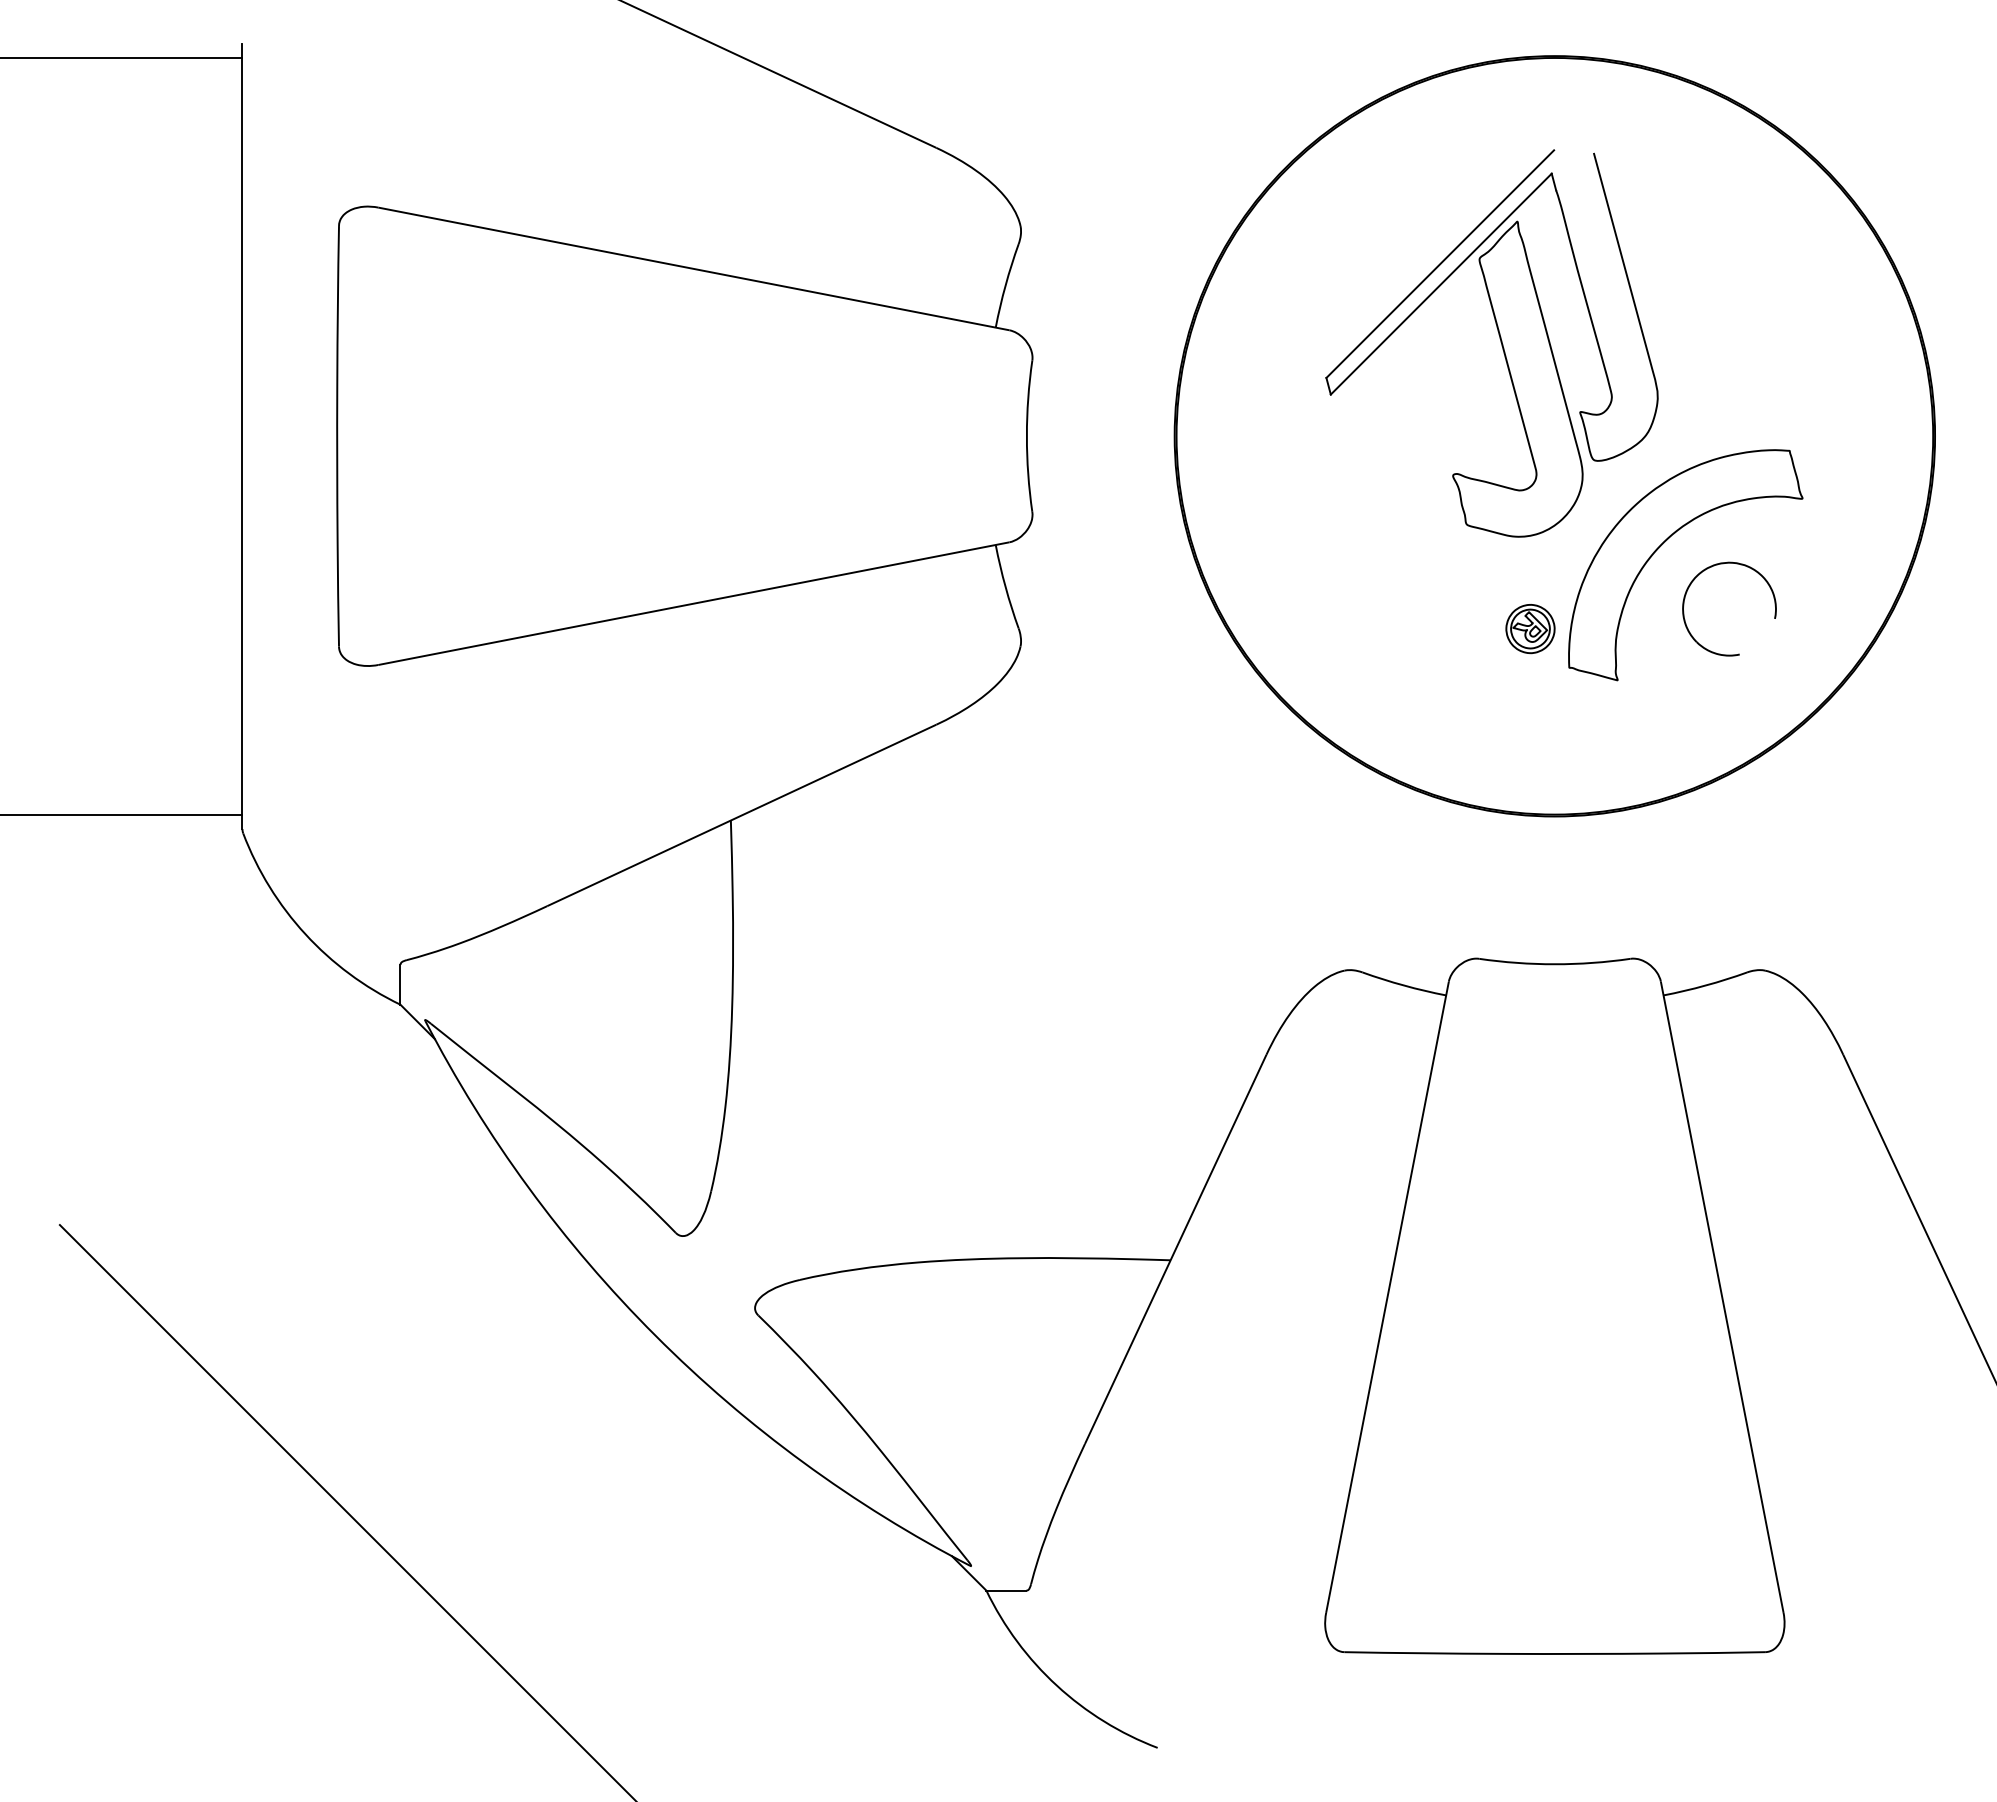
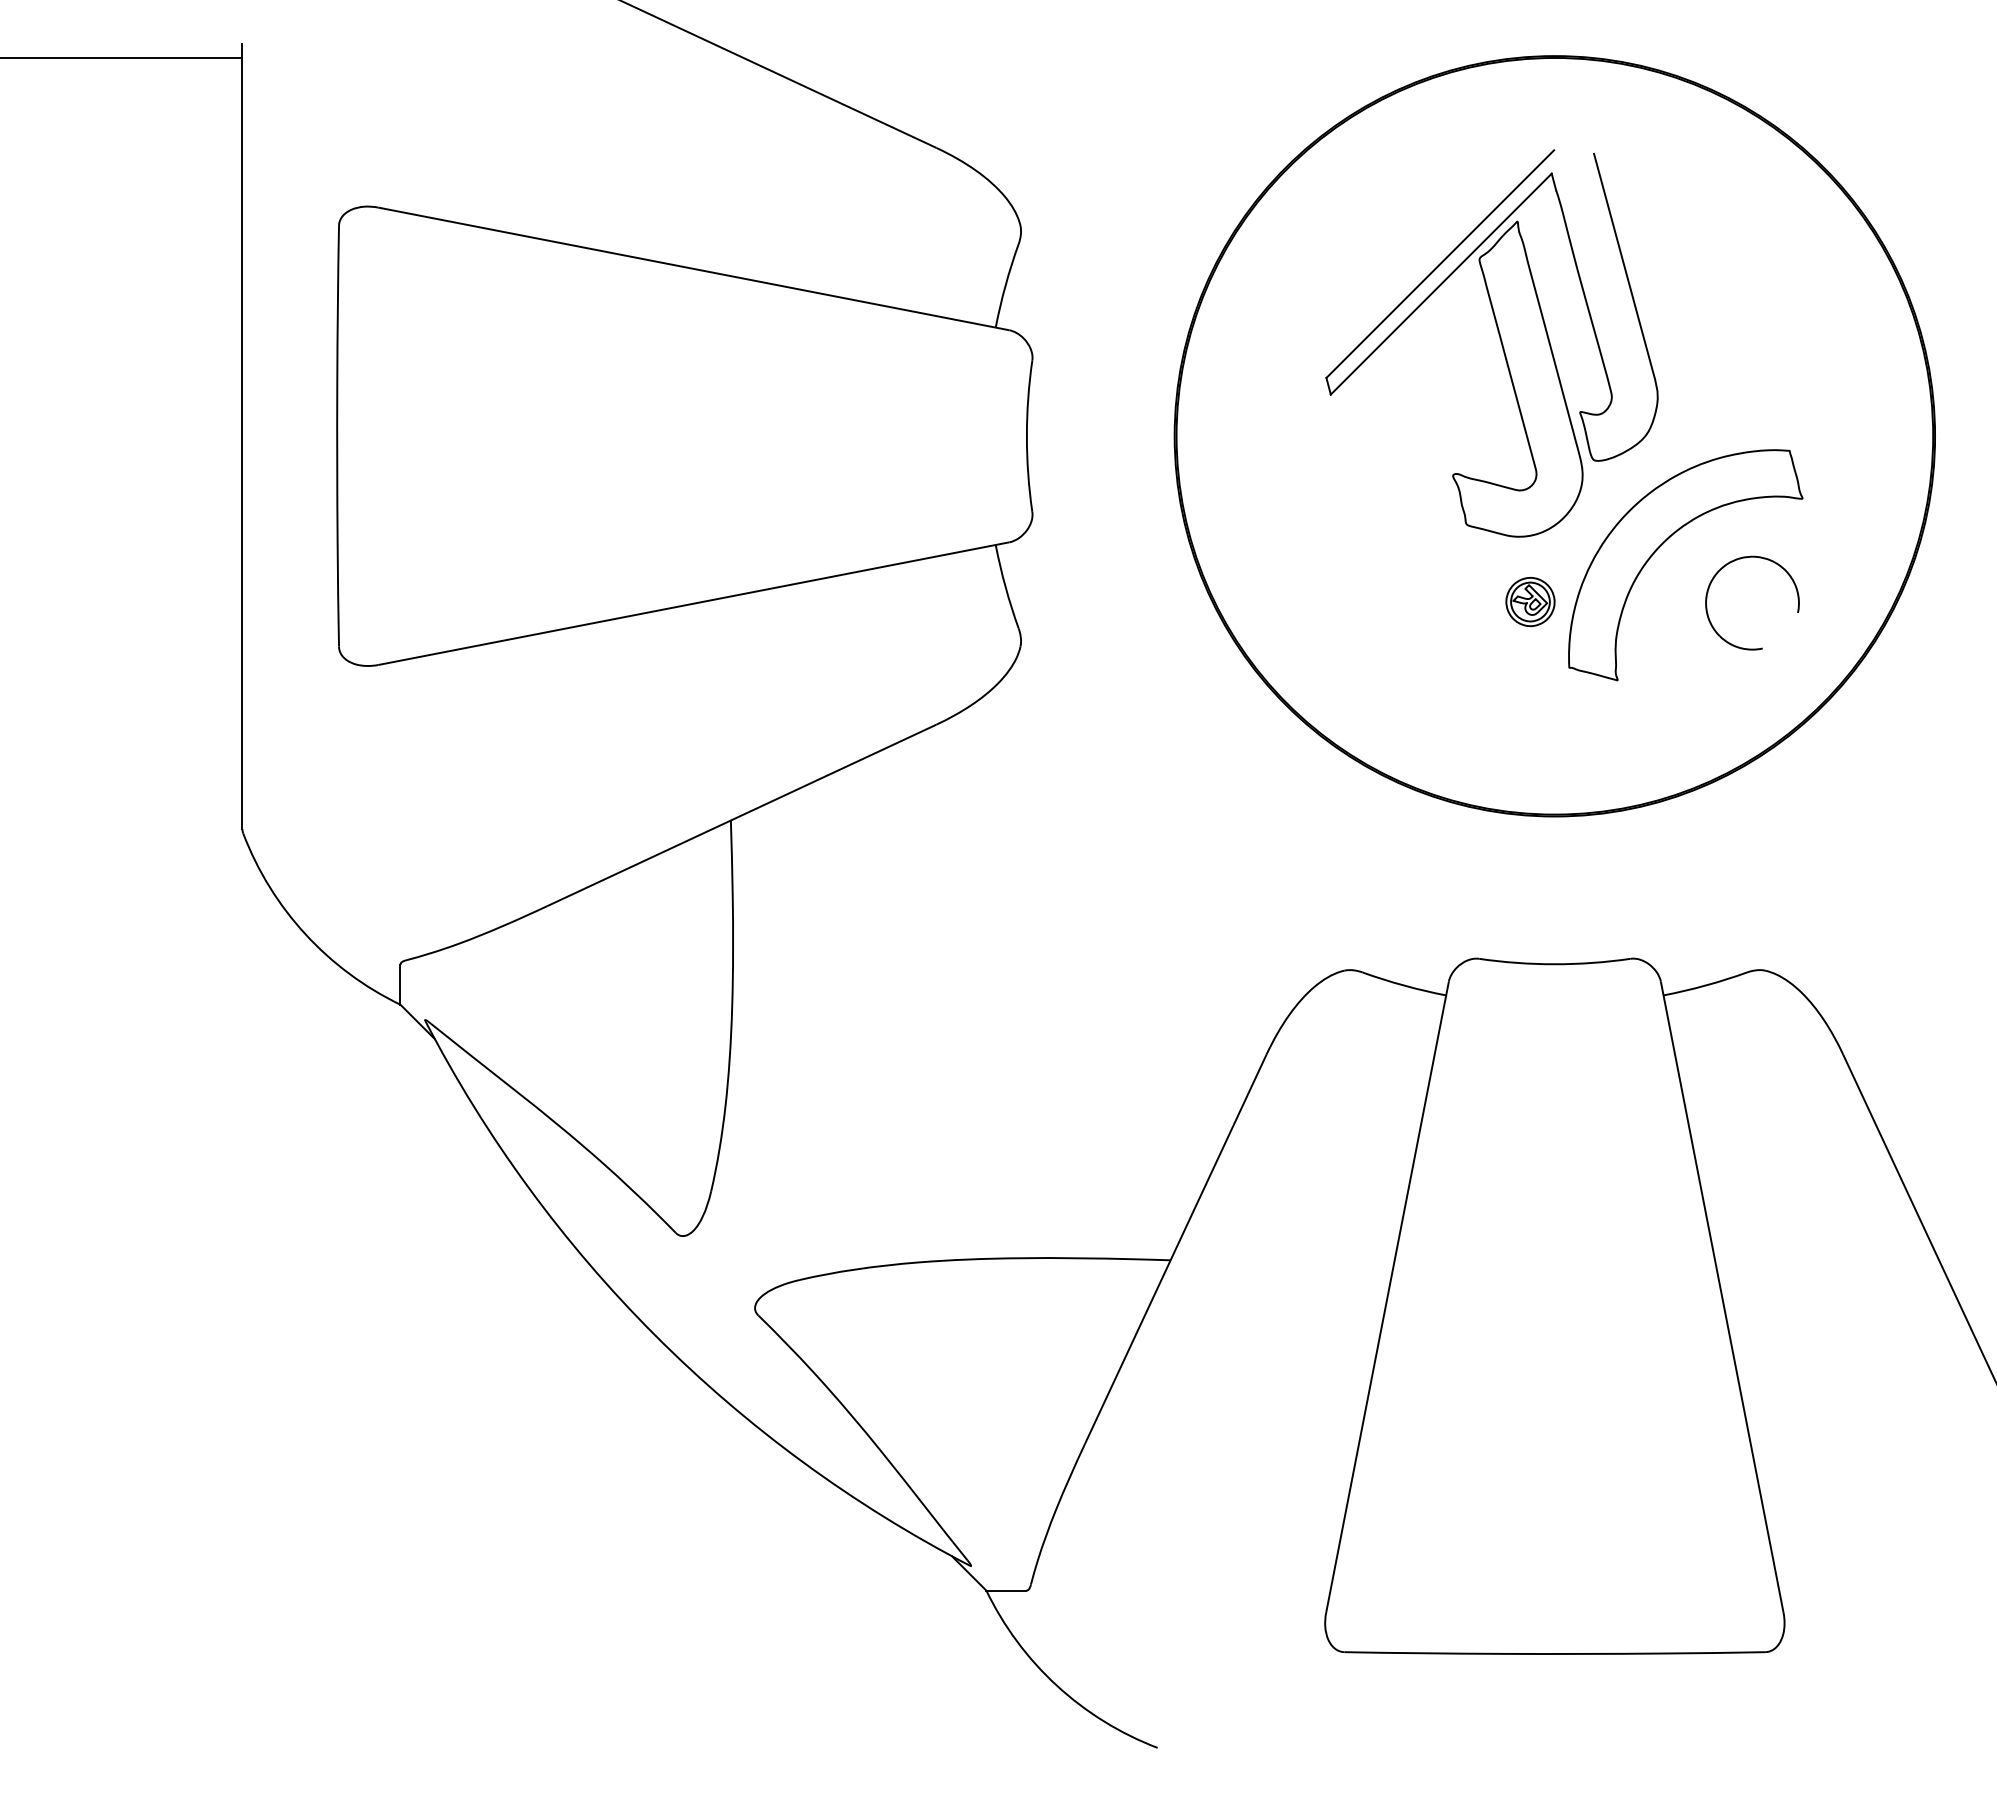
part at (1740, 565) position: (1740, 565) -> (1763, 559)
part at (1530, 629) position: (1530, 629) -> (1530, 602)
line at (122, 814): present -> none
line at (346, 1511): present -> none
